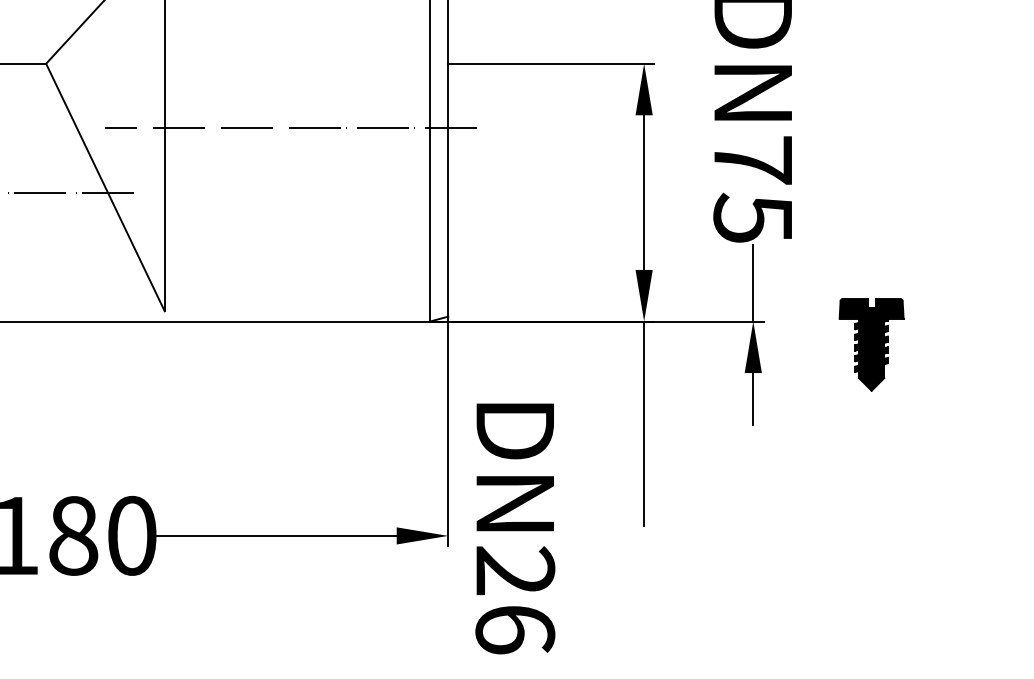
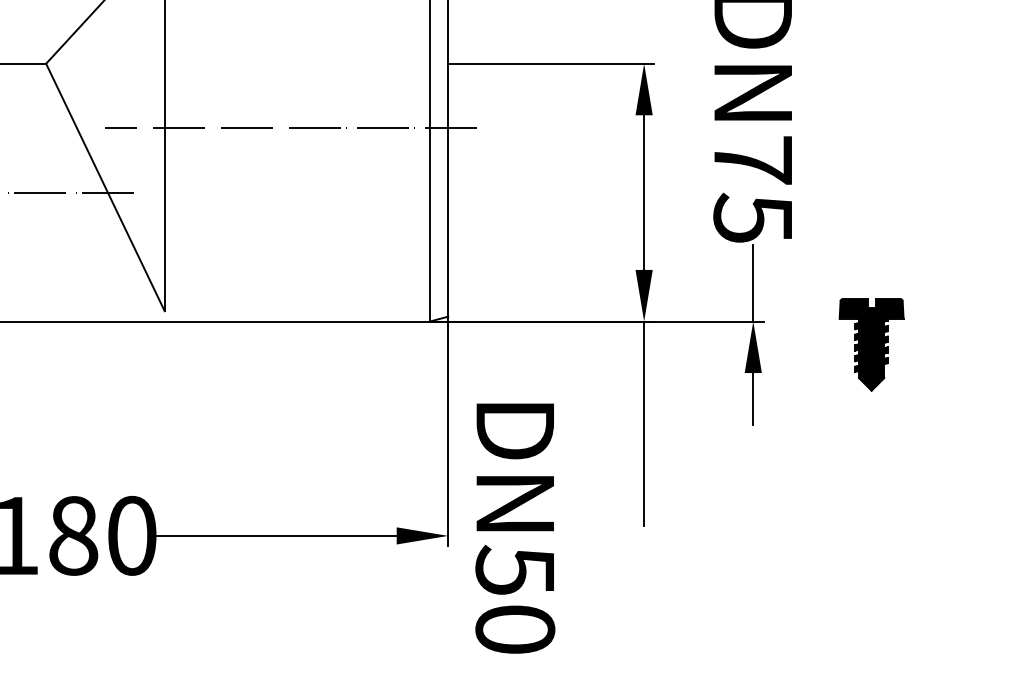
text at (515, 599): DN26 -> DN50
